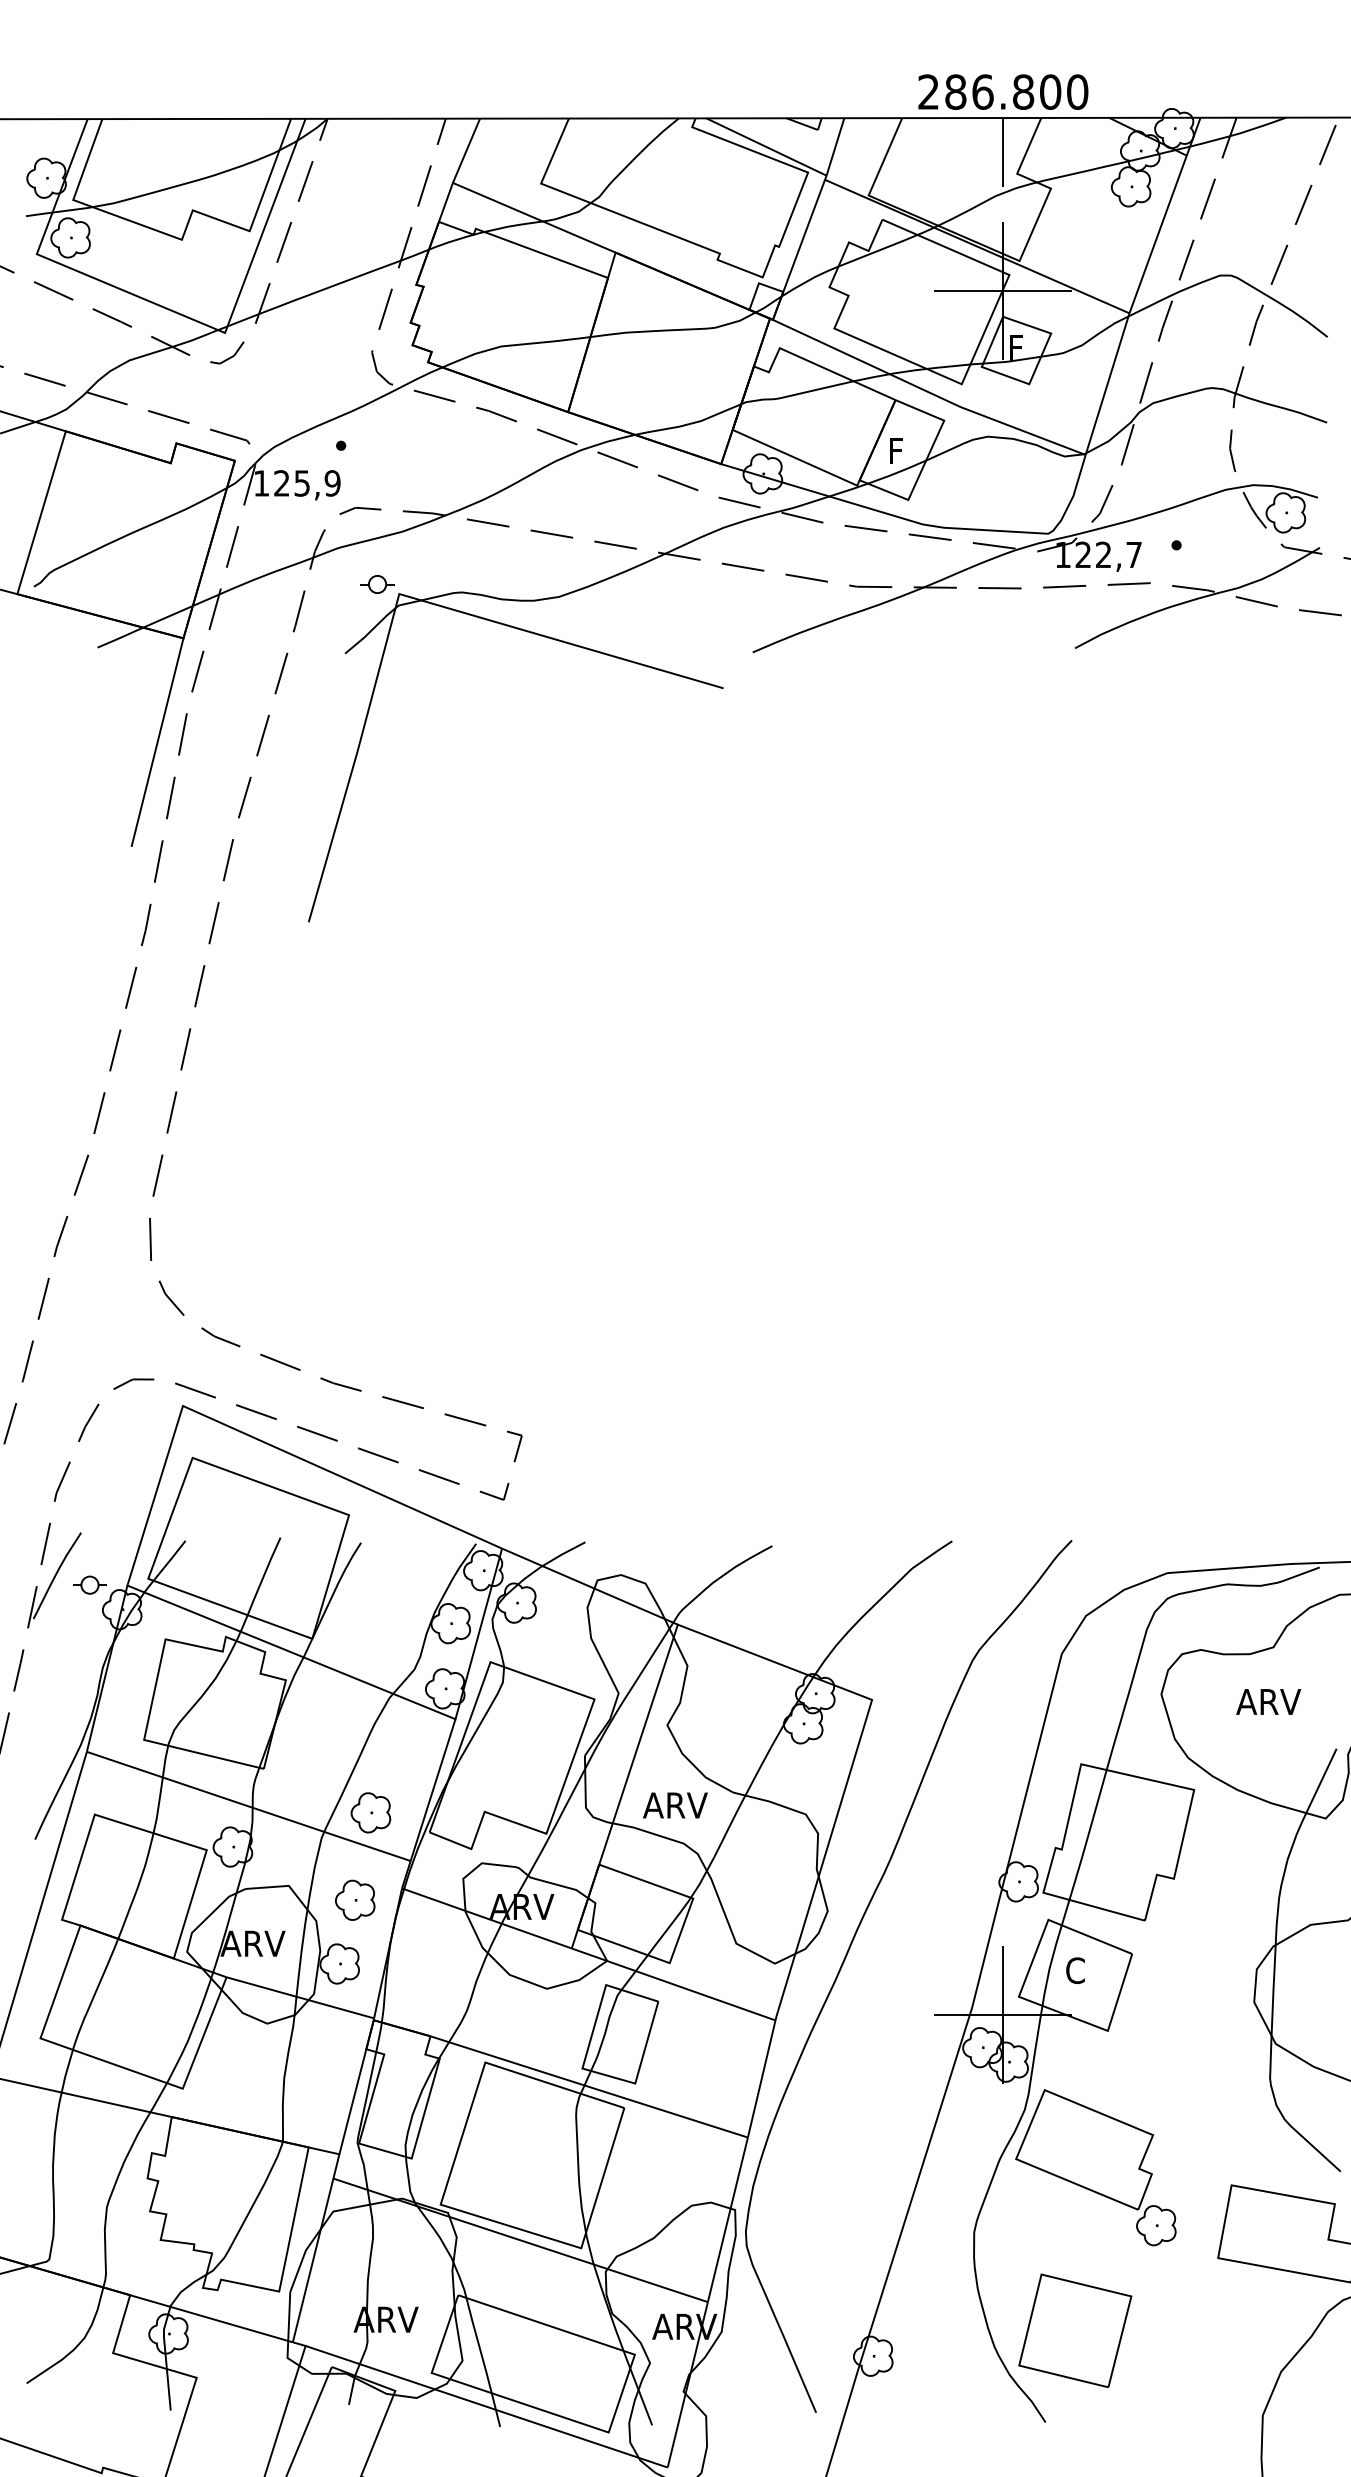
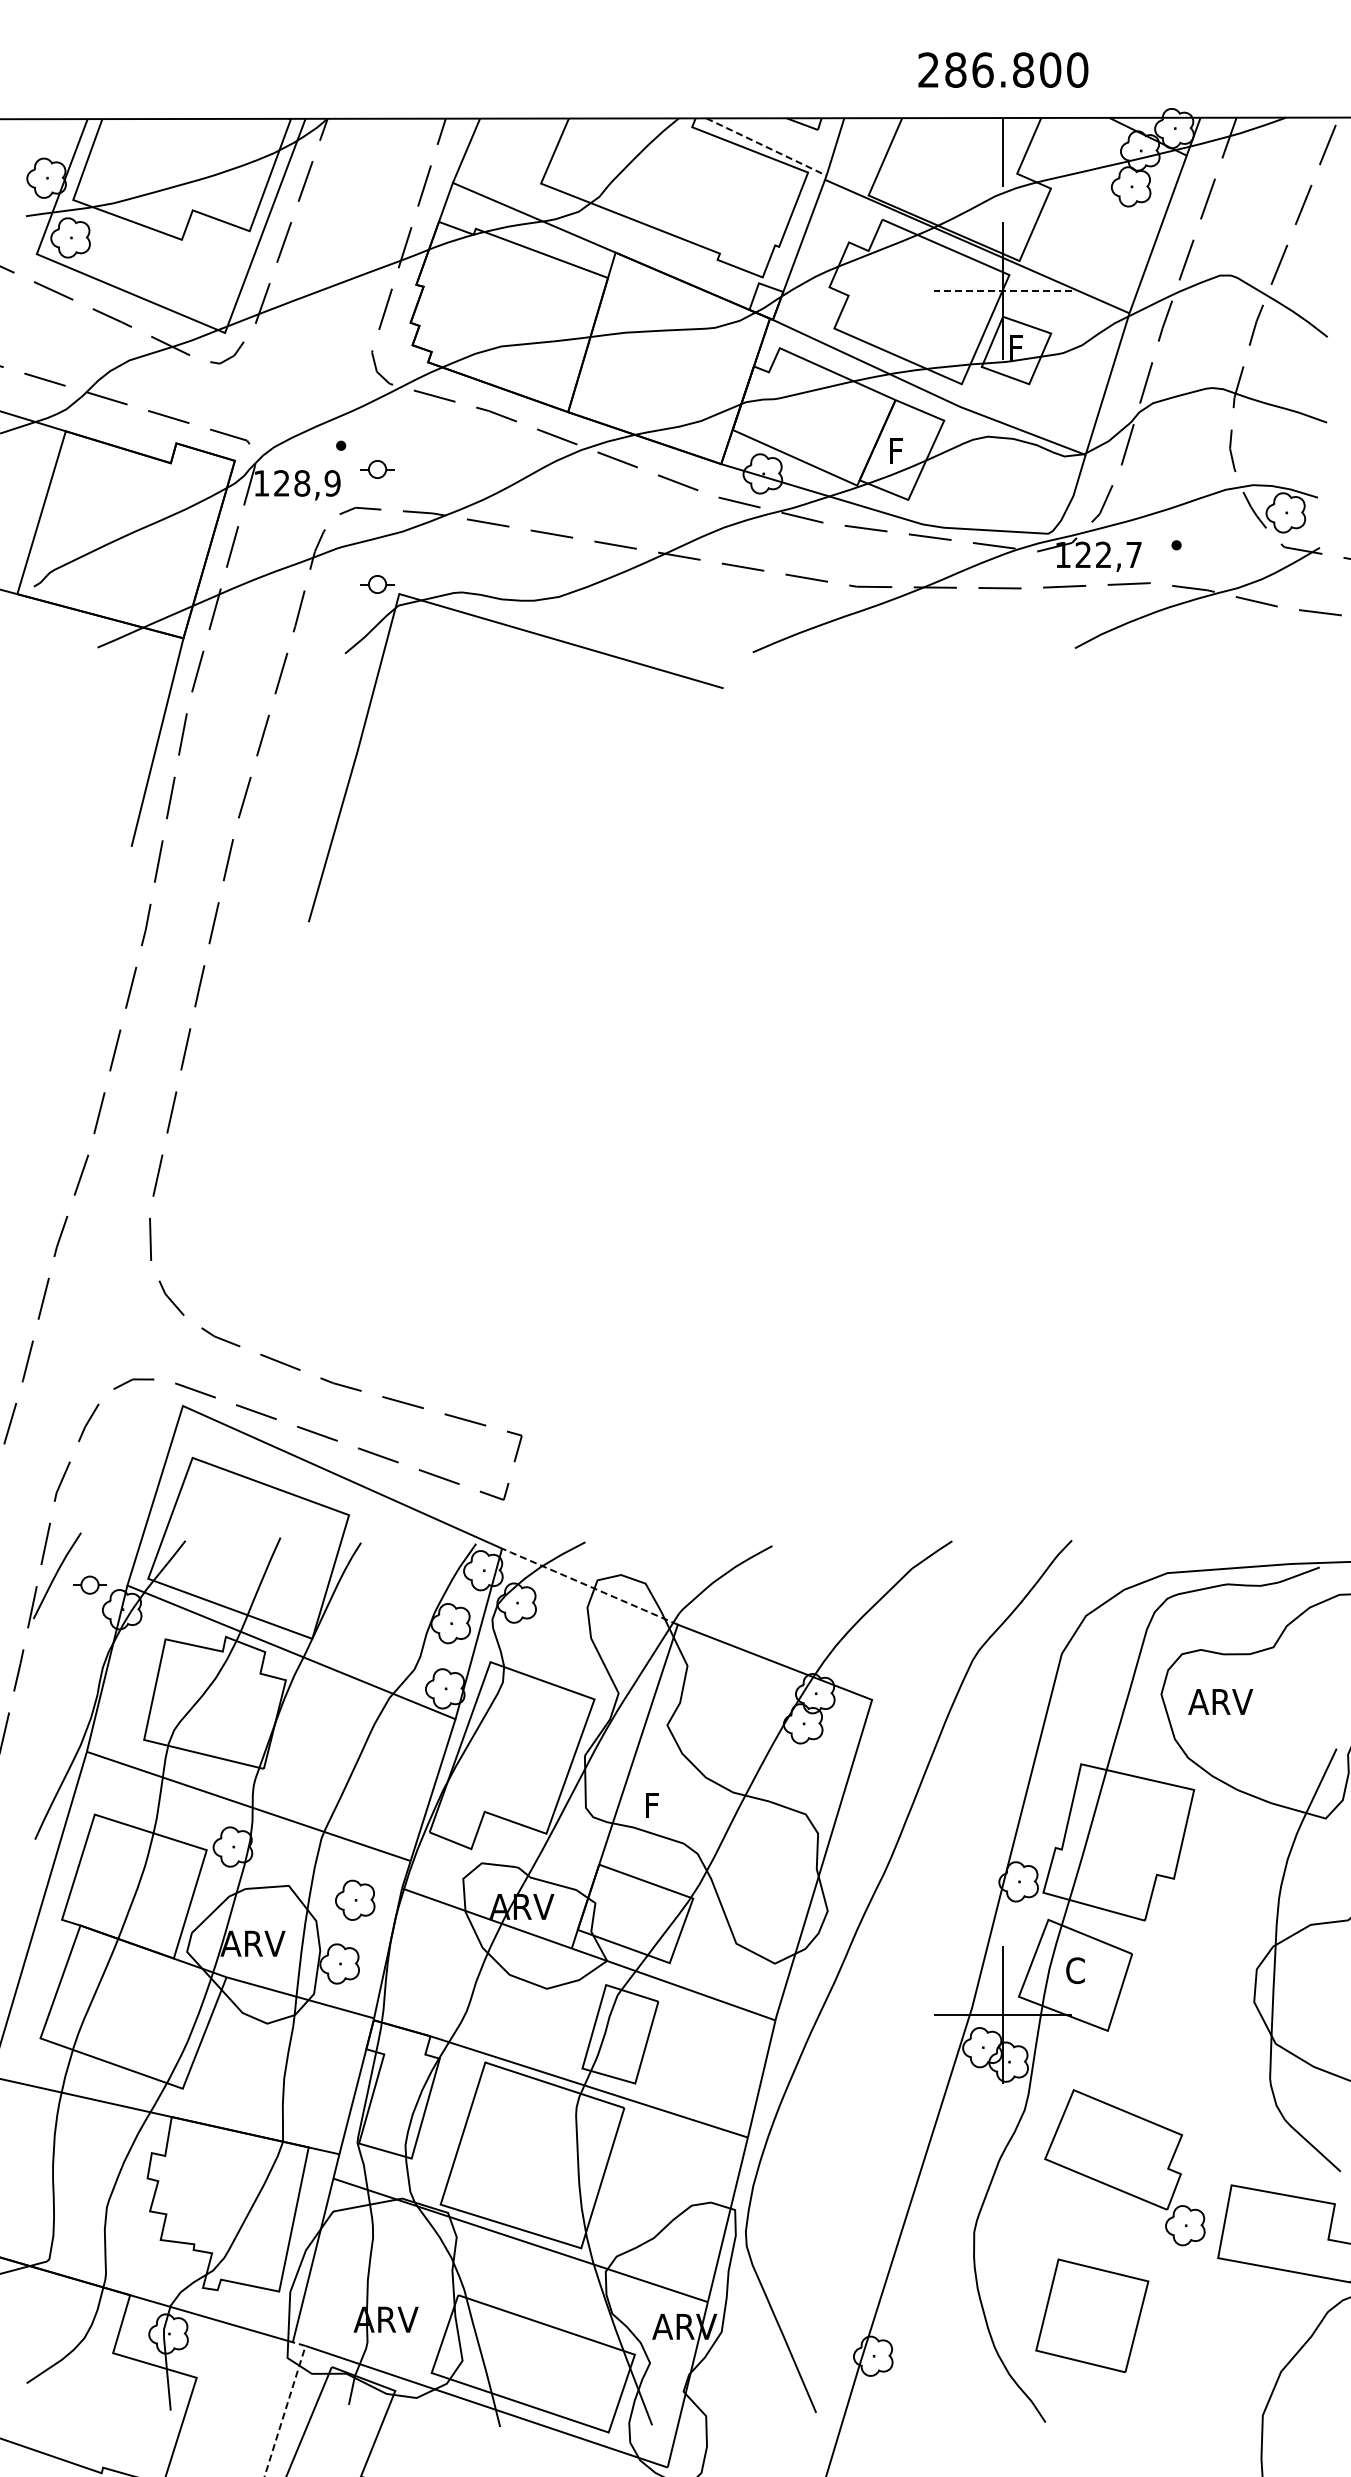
text at (1003, 91) position: (1003, 91) -> (1003, 69)
line at (766, 147): solid -> dashed
line at (1003, 290): solid -> dashed
part at (377, 469): none -> present
text at (302, 483): 125,9 -> 128,9
line at (589, 1586): solid -> dashed
text at (1268, 1701) position: (1268, 1701) -> (1220, 1701)
text at (675, 1805): ARV -> F
part at (370, 1812): present -> none
part at (1095, 2167) position: (1095, 2167) -> (1124, 2167)
part at (1075, 2330) position: (1075, 2330) -> (1092, 2315)
line at (287, 2403): solid -> dashed
